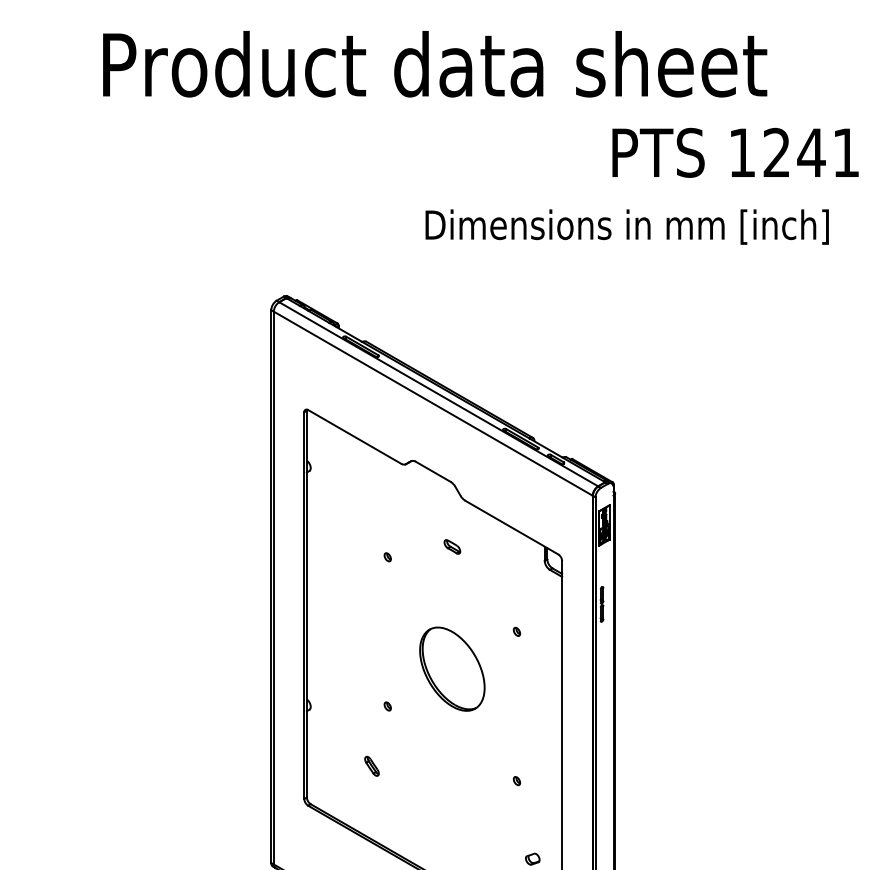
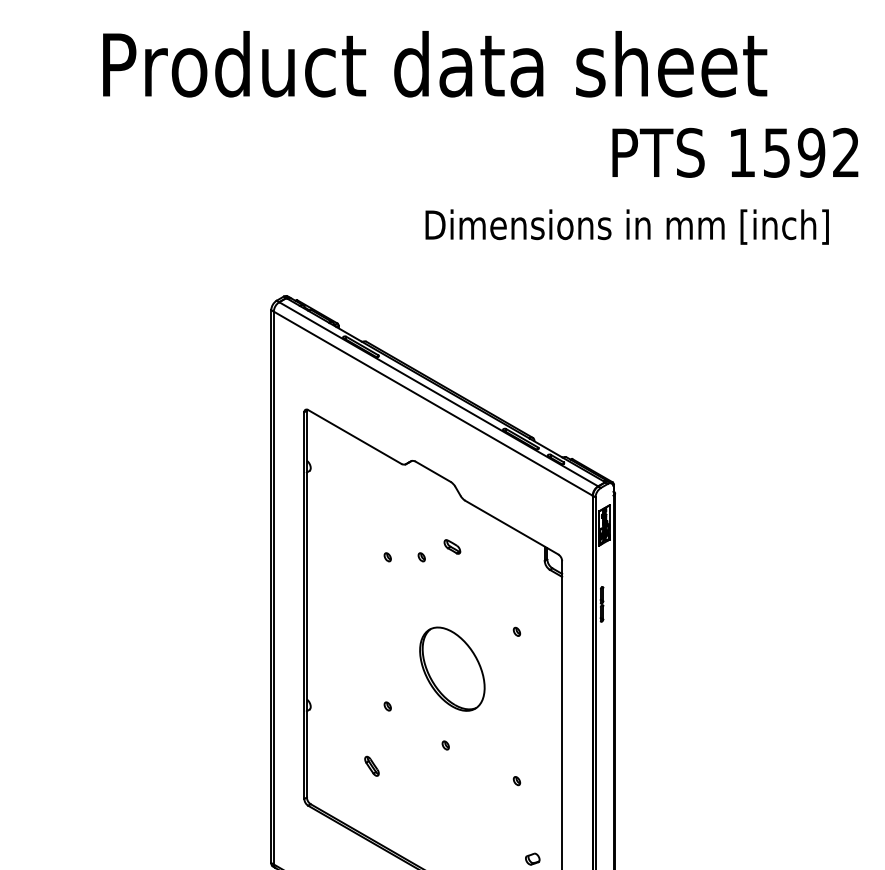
text at (810, 152): 1241 -> 1592
part at (421, 557): none -> present
part at (445, 745): none -> present
